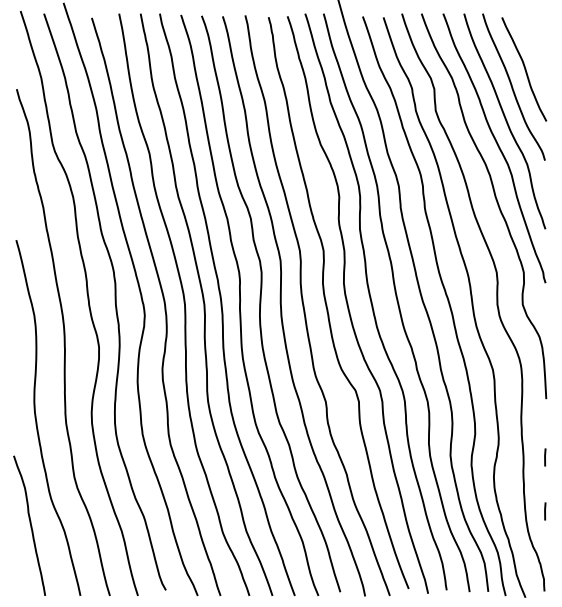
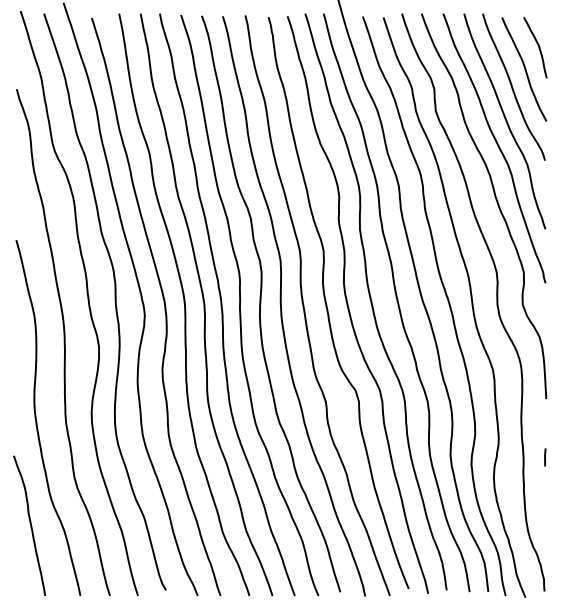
curve at (537, 45): none -> present
line at (545, 511): present -> none
